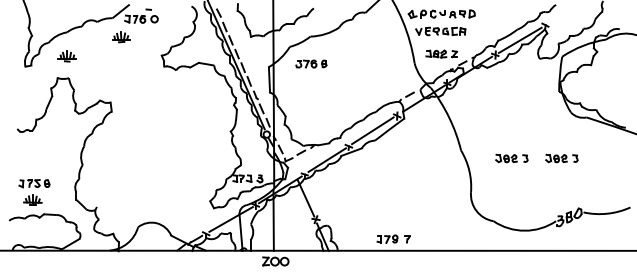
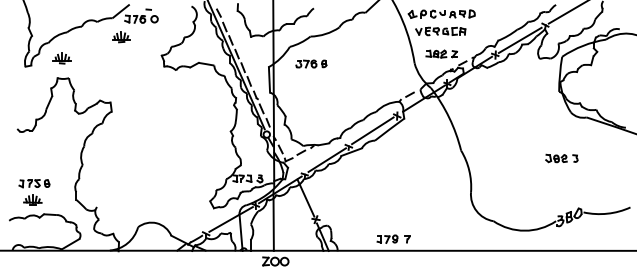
line at (566, 12): none -> present
part at (66, 56) position: (66, 56) -> (61, 58)
part at (511, 158): present -> none
